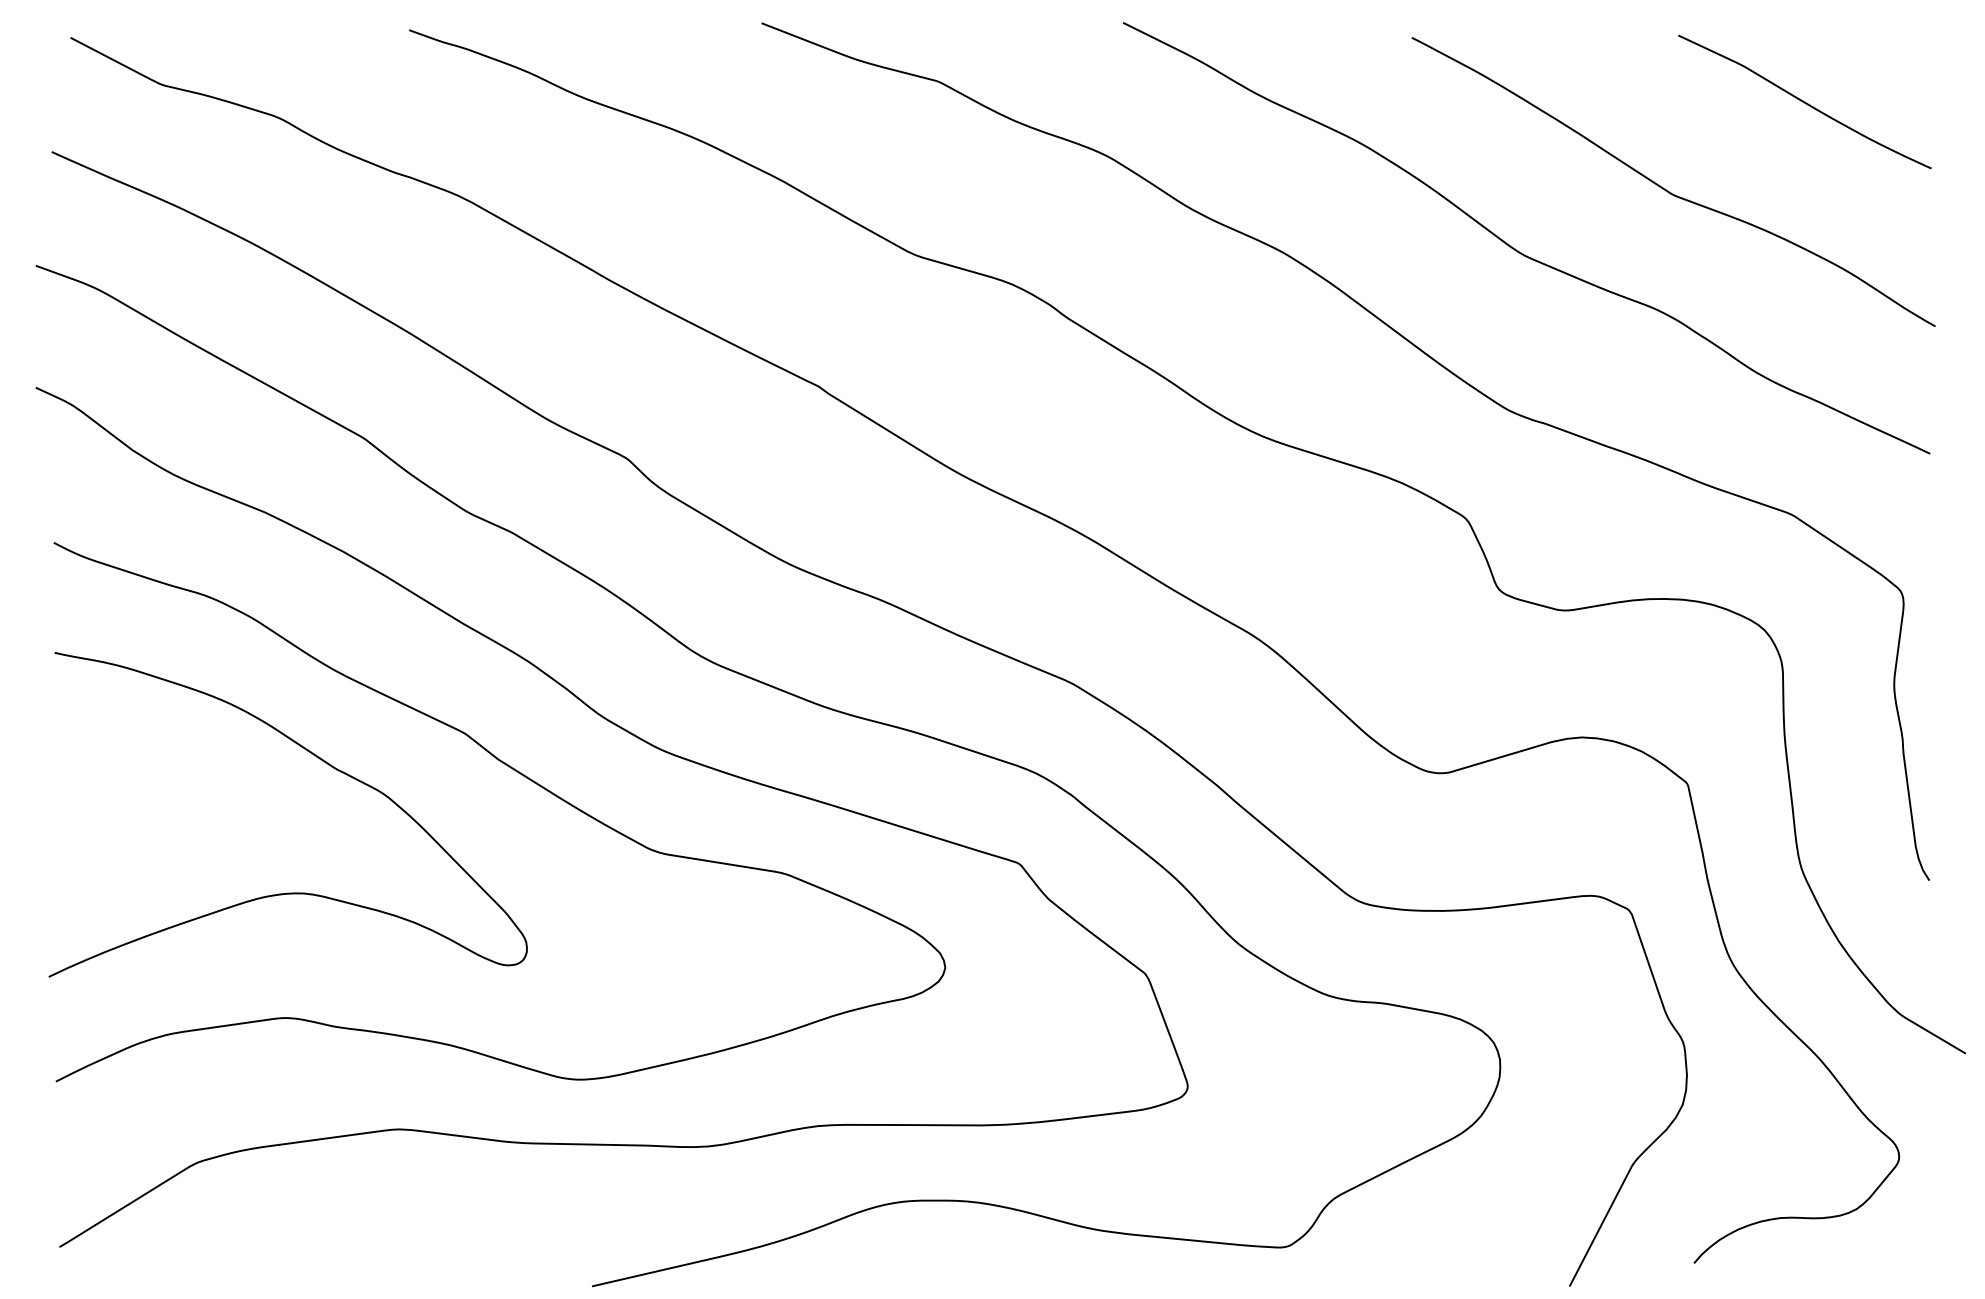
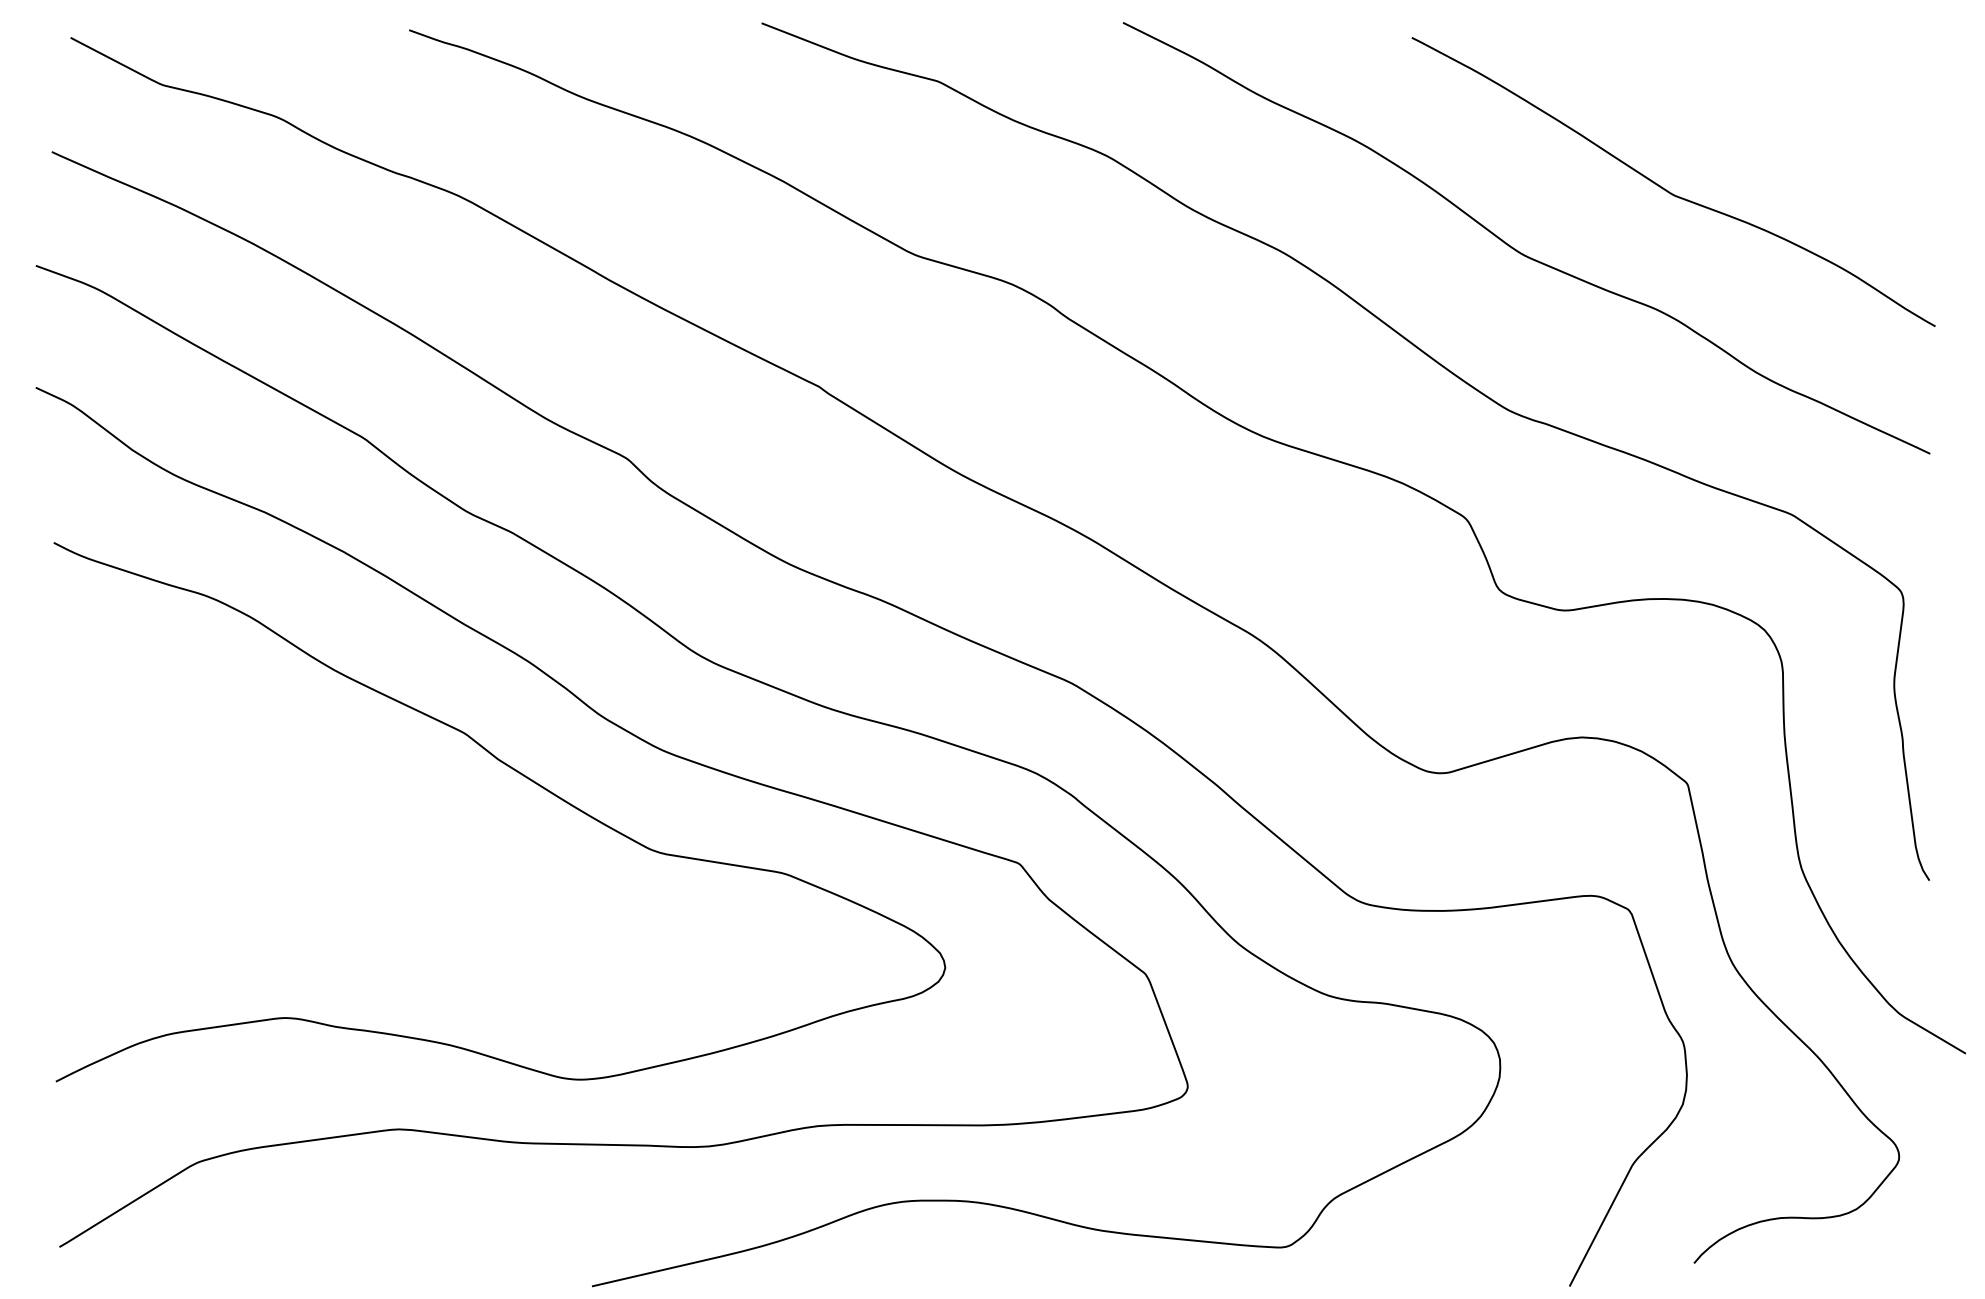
curve at (1804, 101): present -> none
curve at (322, 761): present -> none
